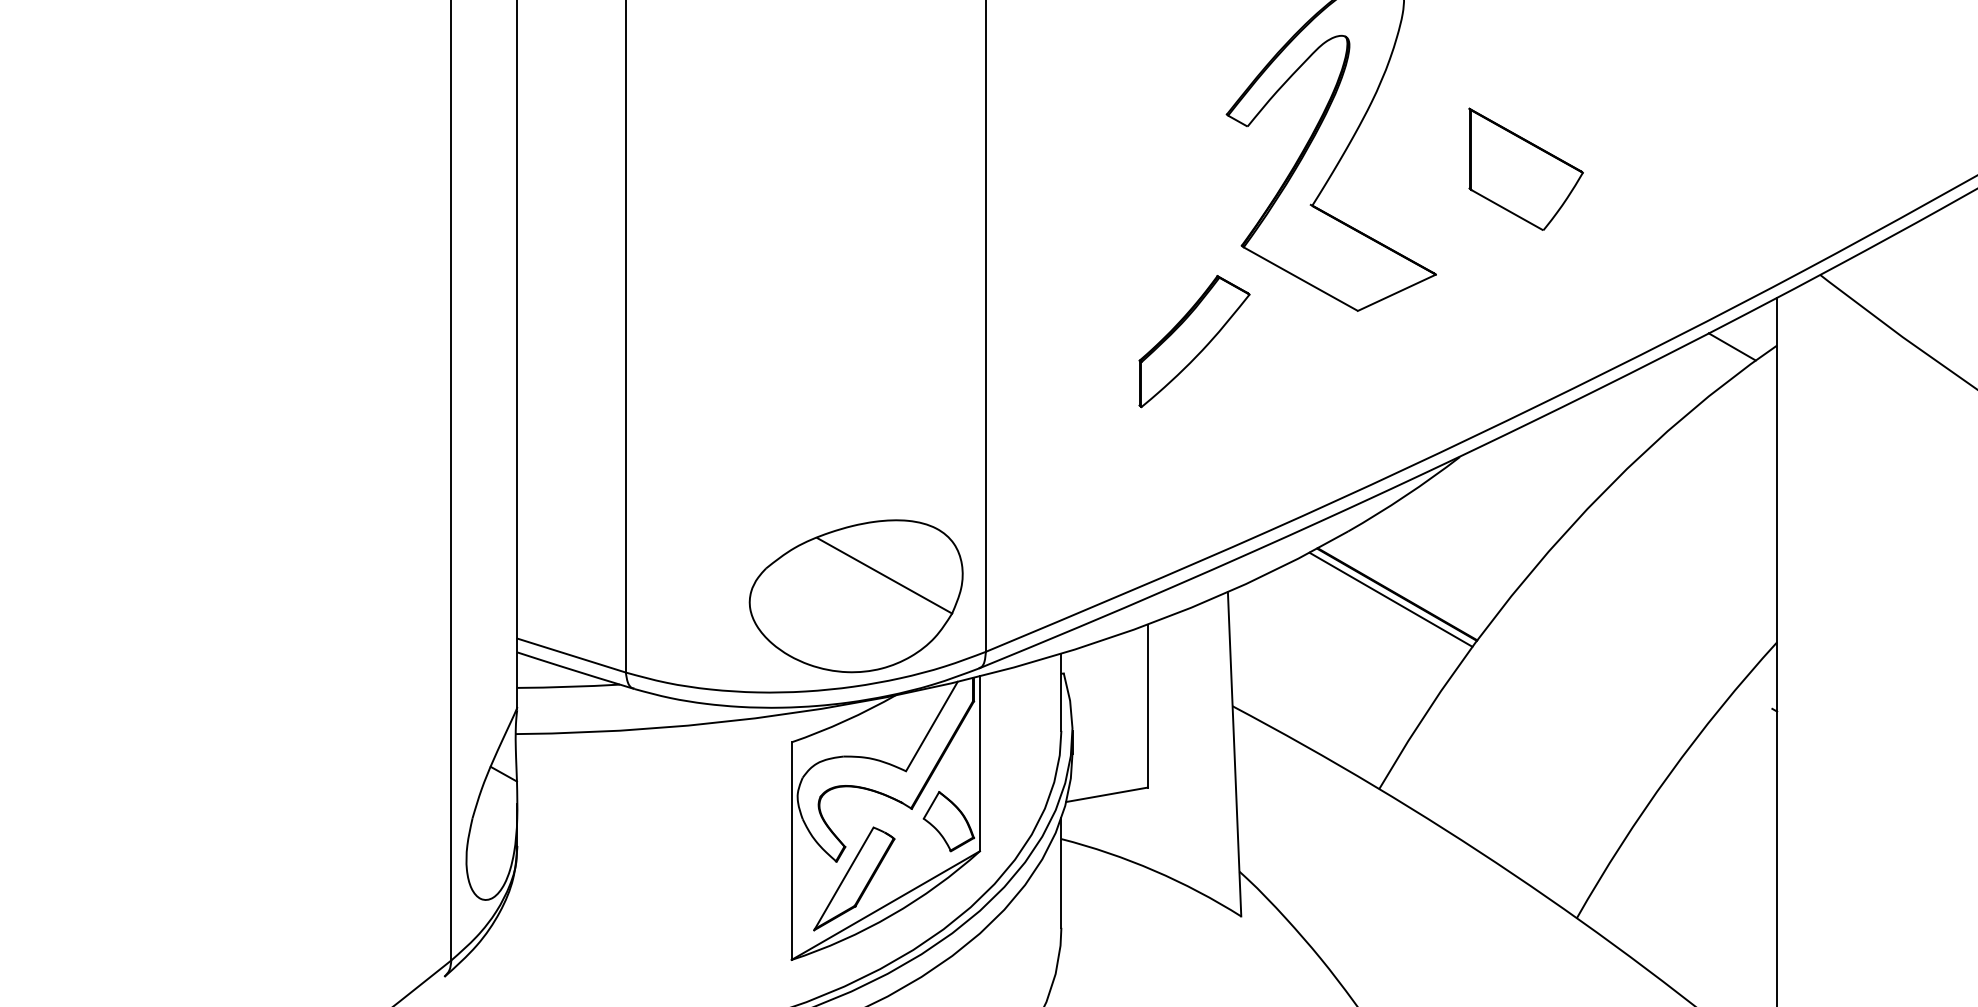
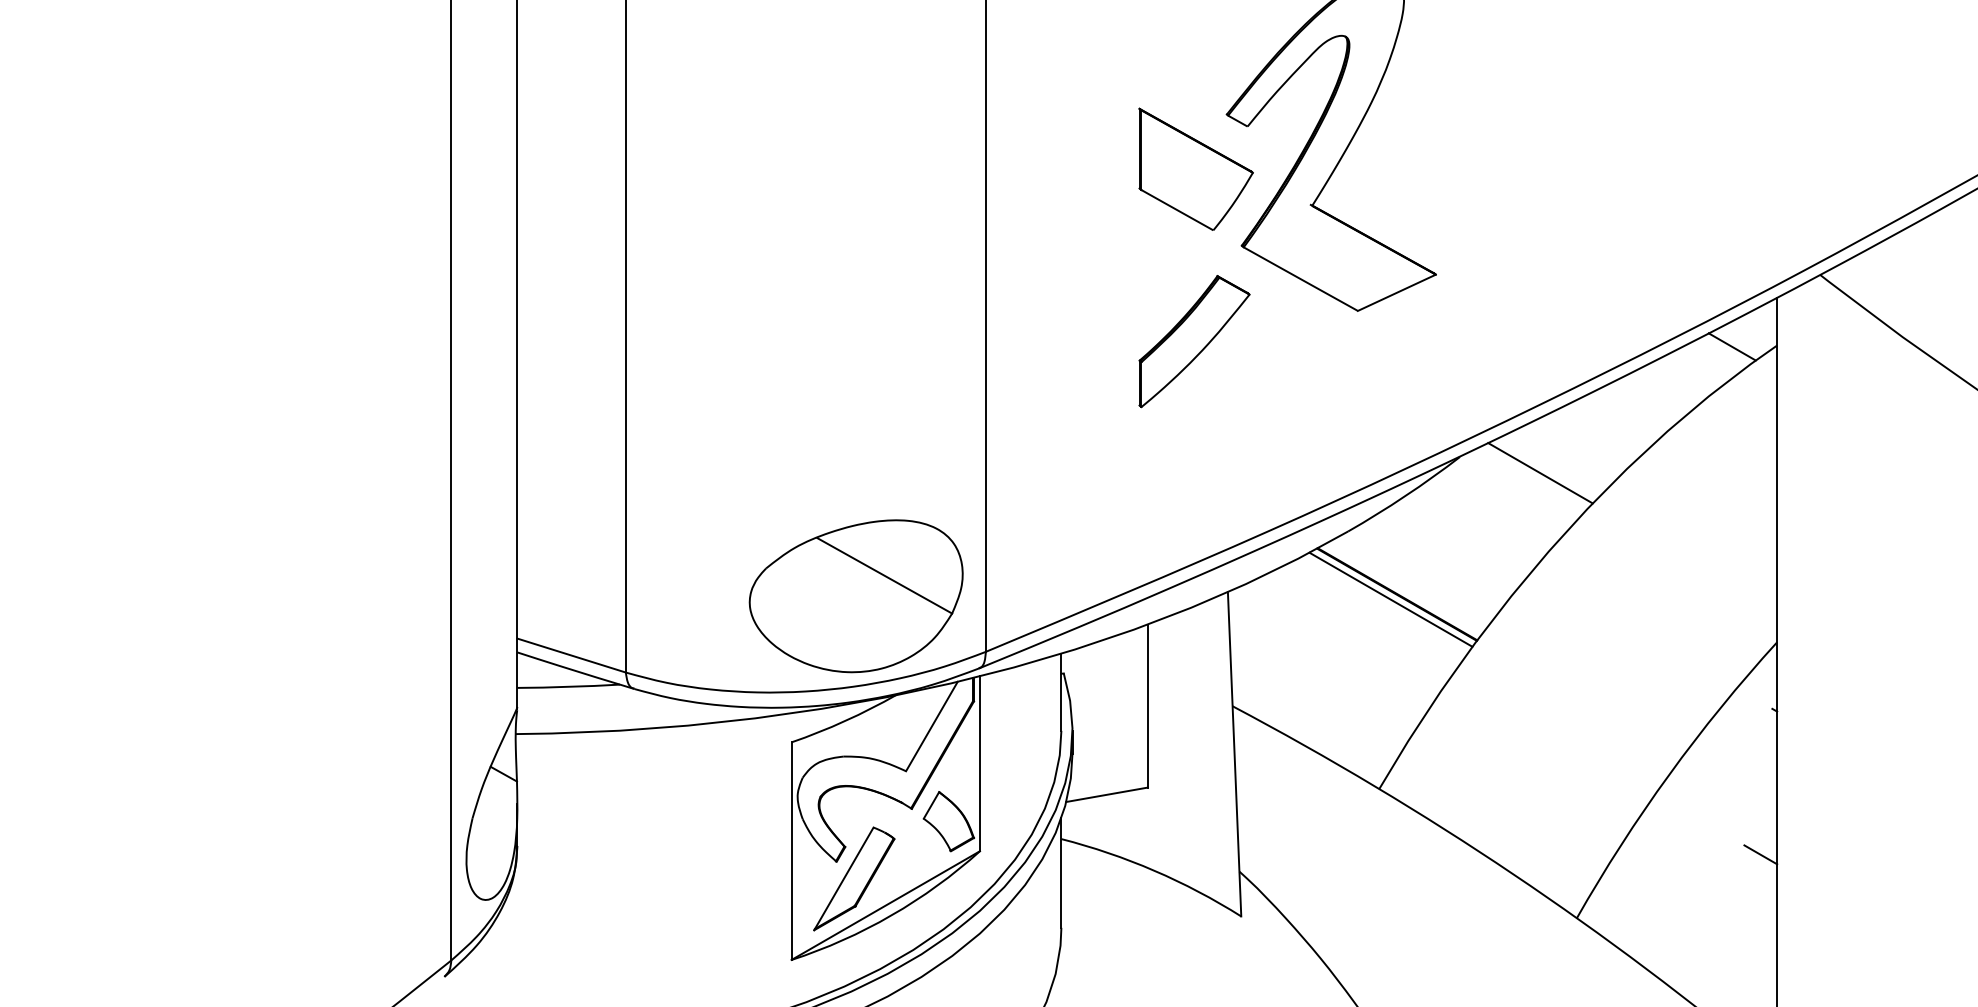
part at (1525, 168) position: (1525, 168) -> (1195, 168)
line at (1540, 473): none -> present
line at (1760, 854): none -> present
